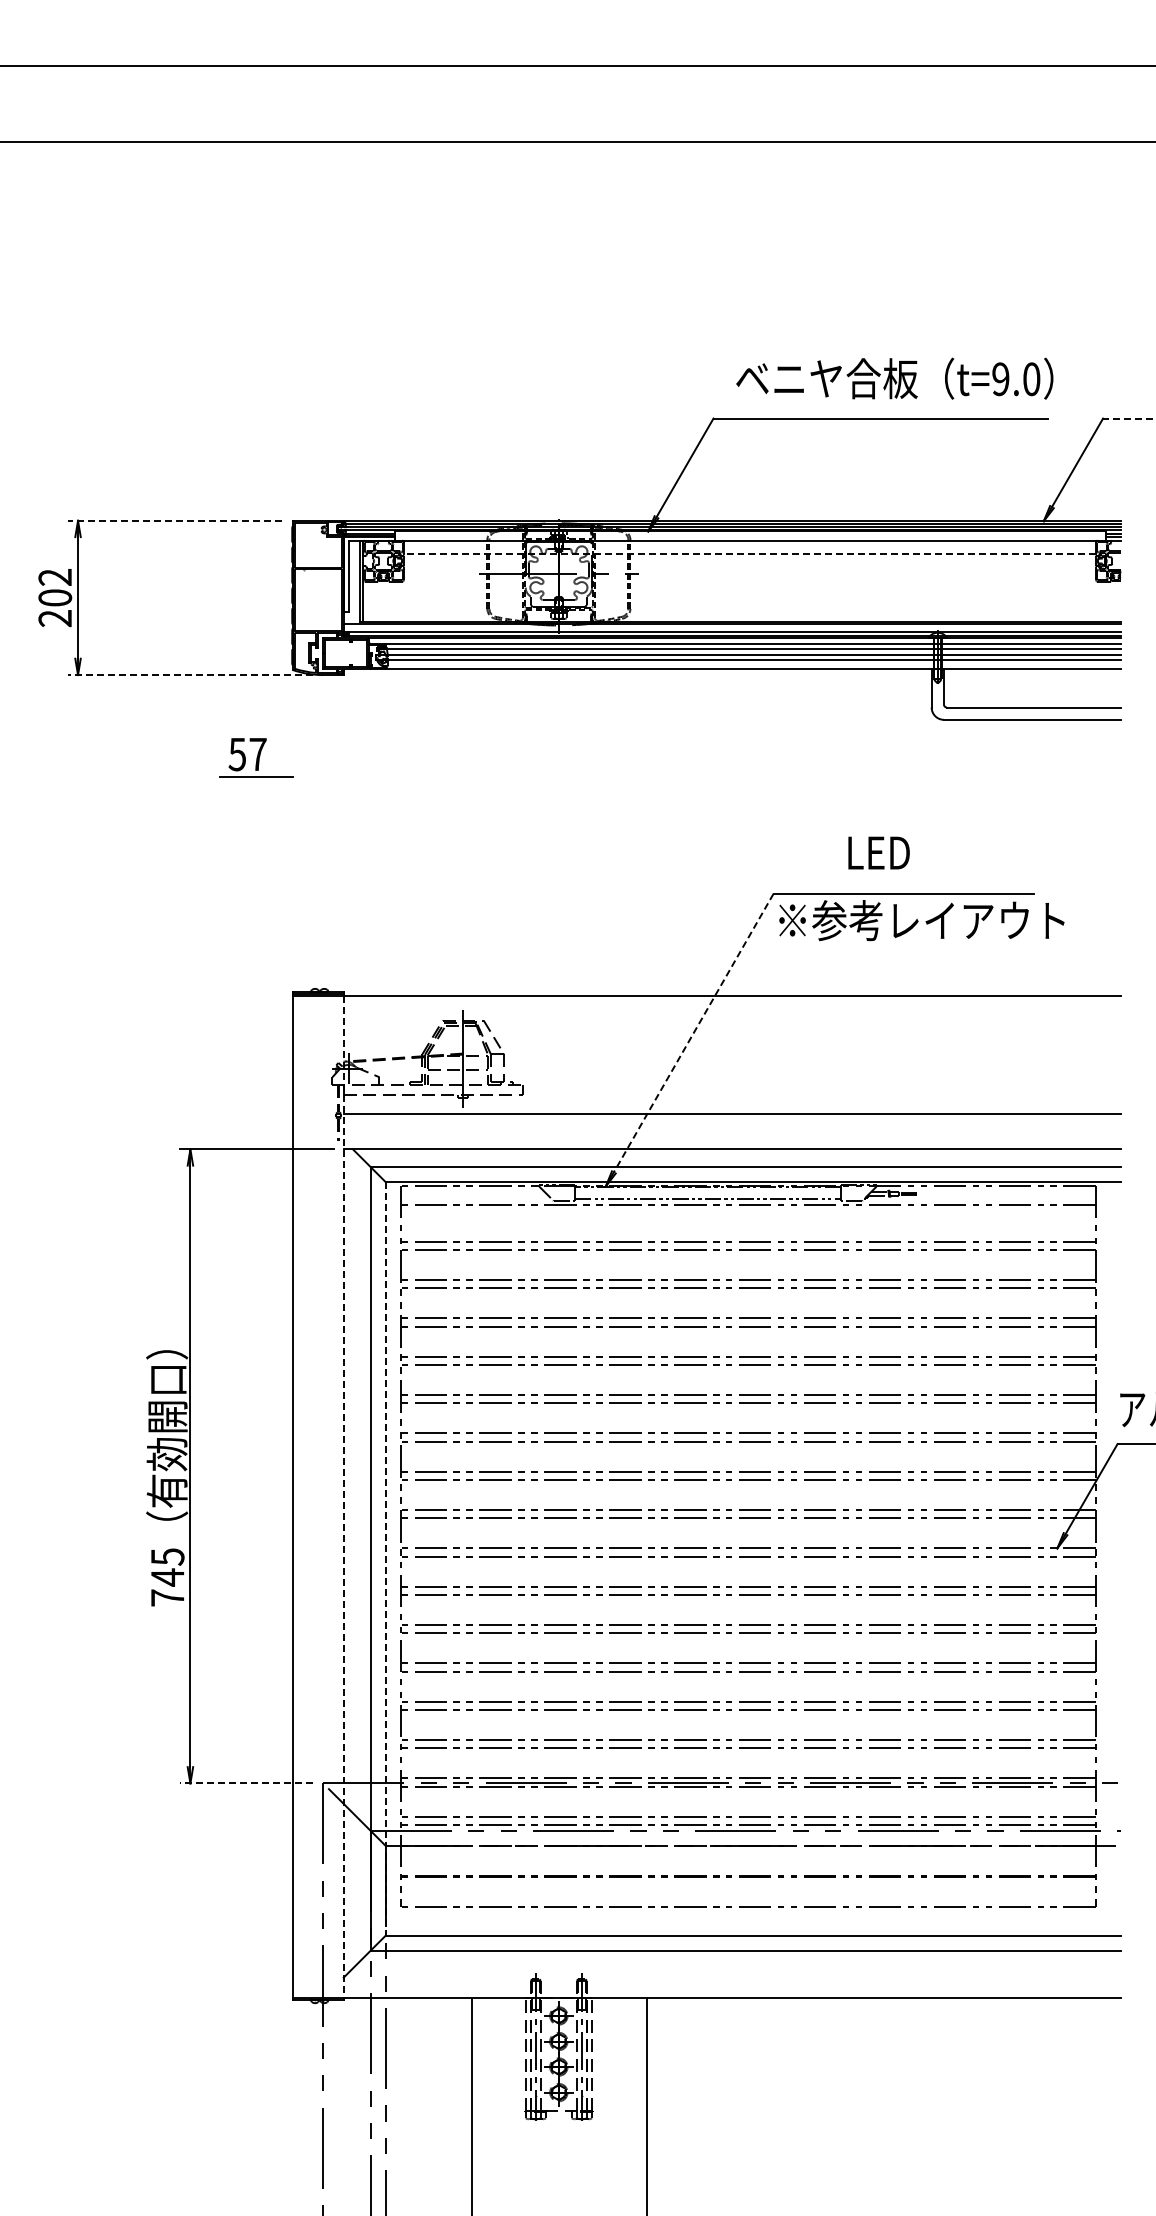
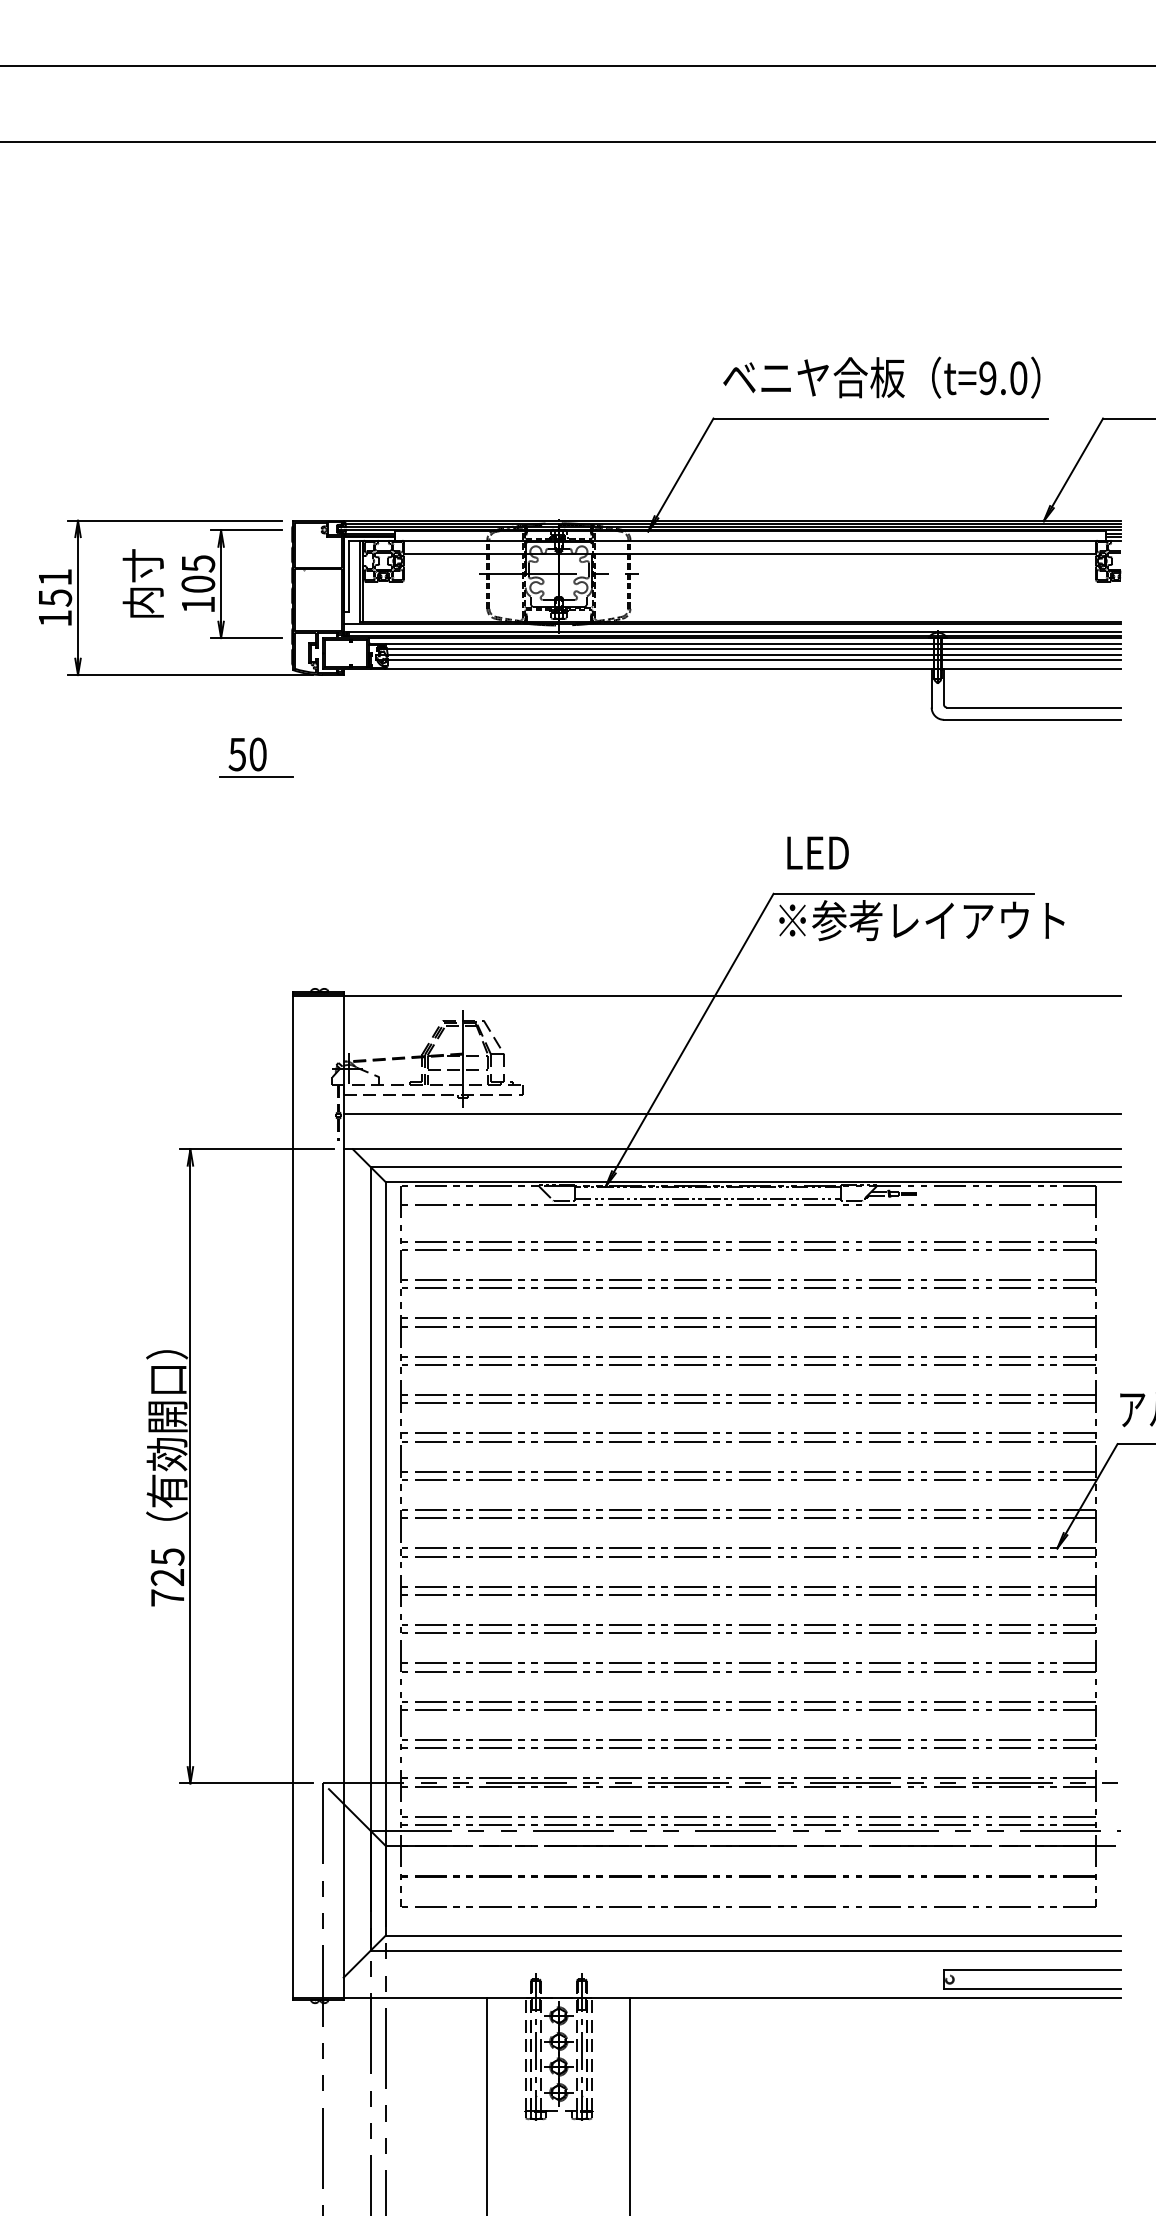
text at (894, 378) position: (894, 378) -> (881, 377)
line at (1129, 418): dashed -> solid
line at (174, 520): dashed -> solid
line at (750, 554): dashed -> solid
part at (202, 583): none -> present
text at (55, 598): 202 -> 151
line at (189, 675): dashed -> solid
text at (257, 754): 57 -> 50
text at (878, 852) position: (878, 852) -> (817, 852)
line at (693, 1033): dashed -> solid
line at (343, 1497): dashed -> solid
line at (385, 1558): dashed -> solid
text at (166, 1577): 745 -> 725
line at (246, 1783): dashed -> solid
part at (1032, 1970): none -> present
line at (472, 2105) position: (472, 2105) -> (487, 2105)
line at (647, 2105) position: (647, 2105) -> (630, 2105)
